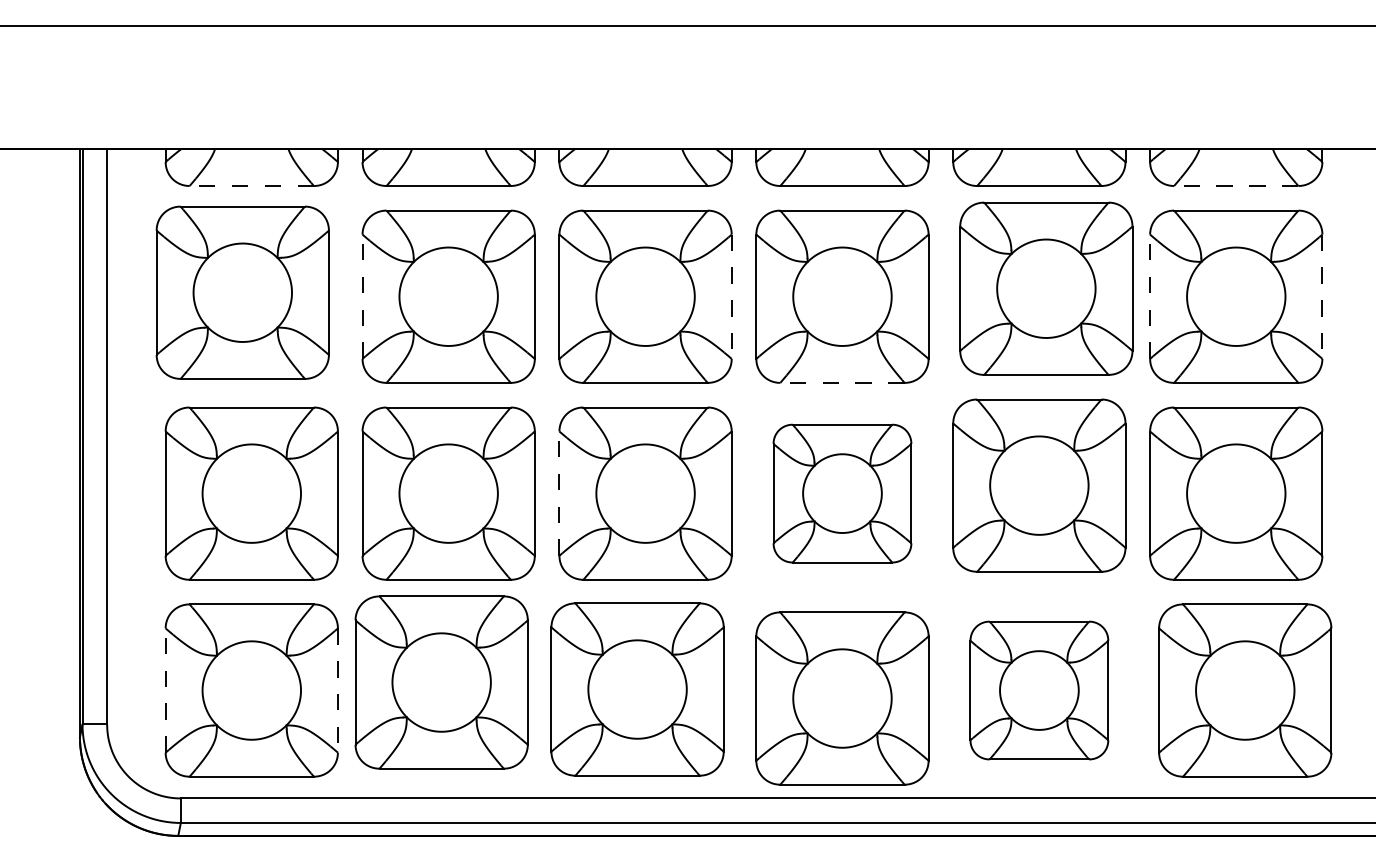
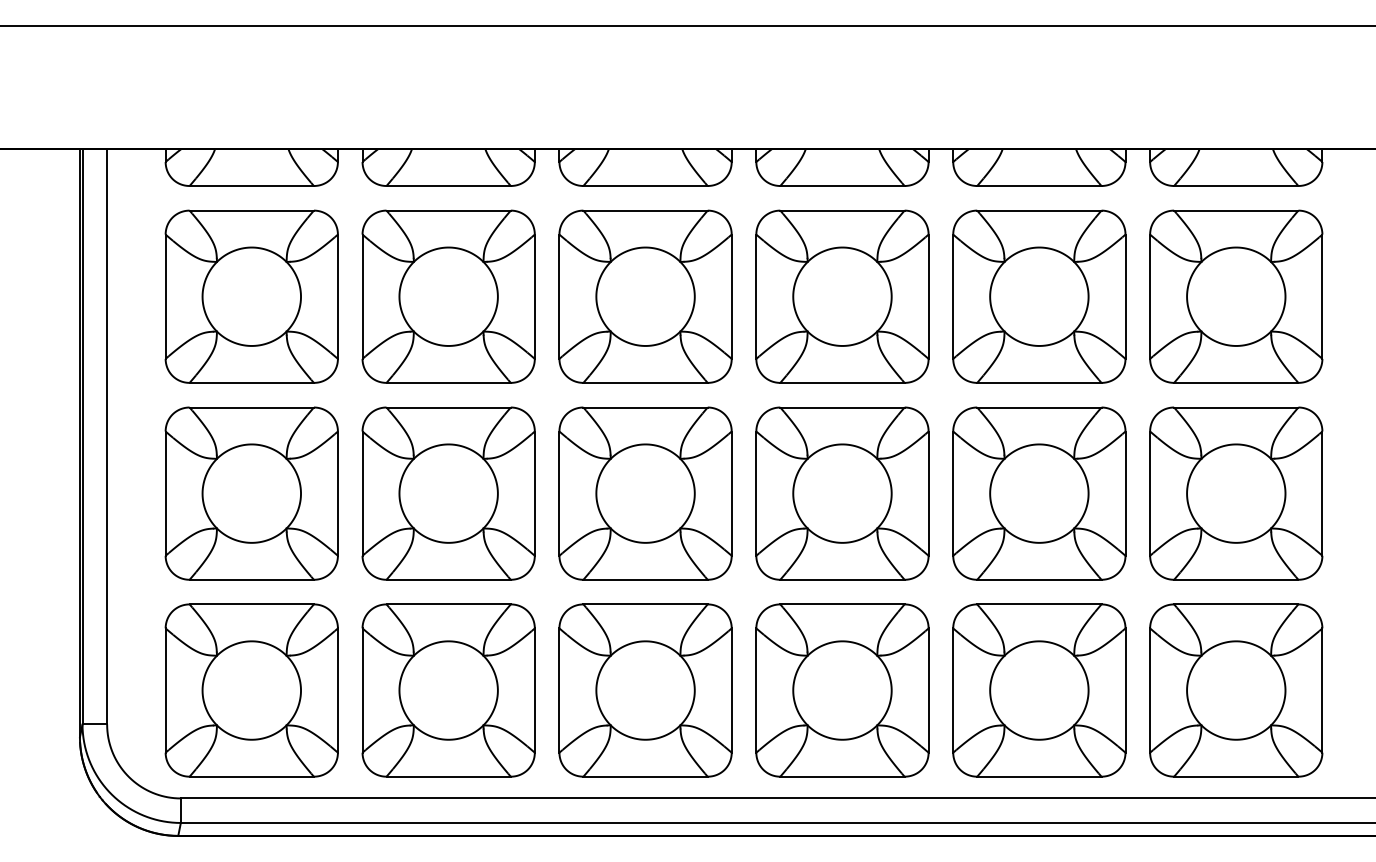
line at (251, 186): dashed -> solid
line at (1235, 186): dashed -> solid
part at (1046, 288) position: (1046, 288) -> (1039, 296)
part at (242, 292) position: (242, 292) -> (251, 296)
line at (362, 296): dashed -> solid
line at (1150, 296): dashed -> solid
line at (731, 297): dashed -> solid
line at (1322, 297): dashed -> solid
line at (841, 382): dashed -> solid
part at (1039, 485) position: (1039, 485) -> (1039, 493)
line at (559, 493): dashed -> solid
part at (842, 493) size: 141x141 px -> 175x175 px
part at (441, 682) position: (441, 682) -> (448, 690)
part at (637, 689) position: (637, 689) -> (645, 690)
line at (165, 690): dashed -> solid
part at (1039, 690) size: 141x141 px -> 175x175 px
part at (1245, 690) position: (1245, 690) -> (1236, 690)
line at (337, 691): dashed -> solid
part at (842, 698) position: (842, 698) -> (842, 690)
